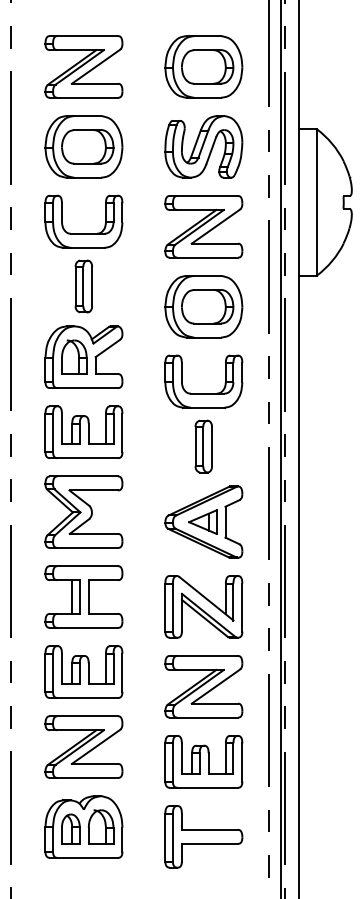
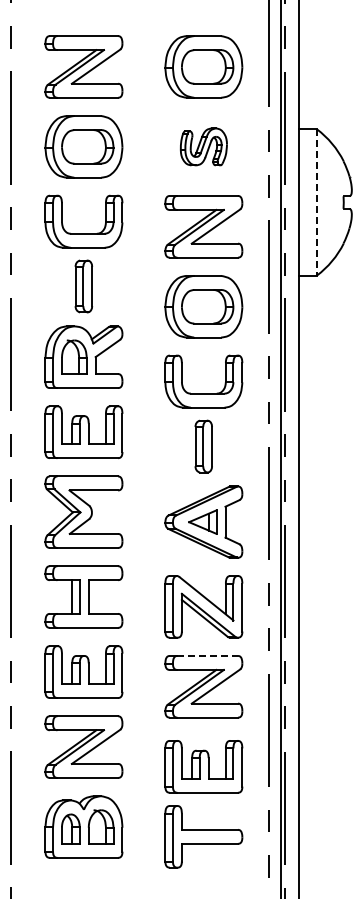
part at (203, 146) size: 80x64 px -> 49x40 px
line at (316, 202): solid -> dashed
line at (208, 655): solid -> dashed
part at (203, 761) position: (203, 761) -> (203, 766)
